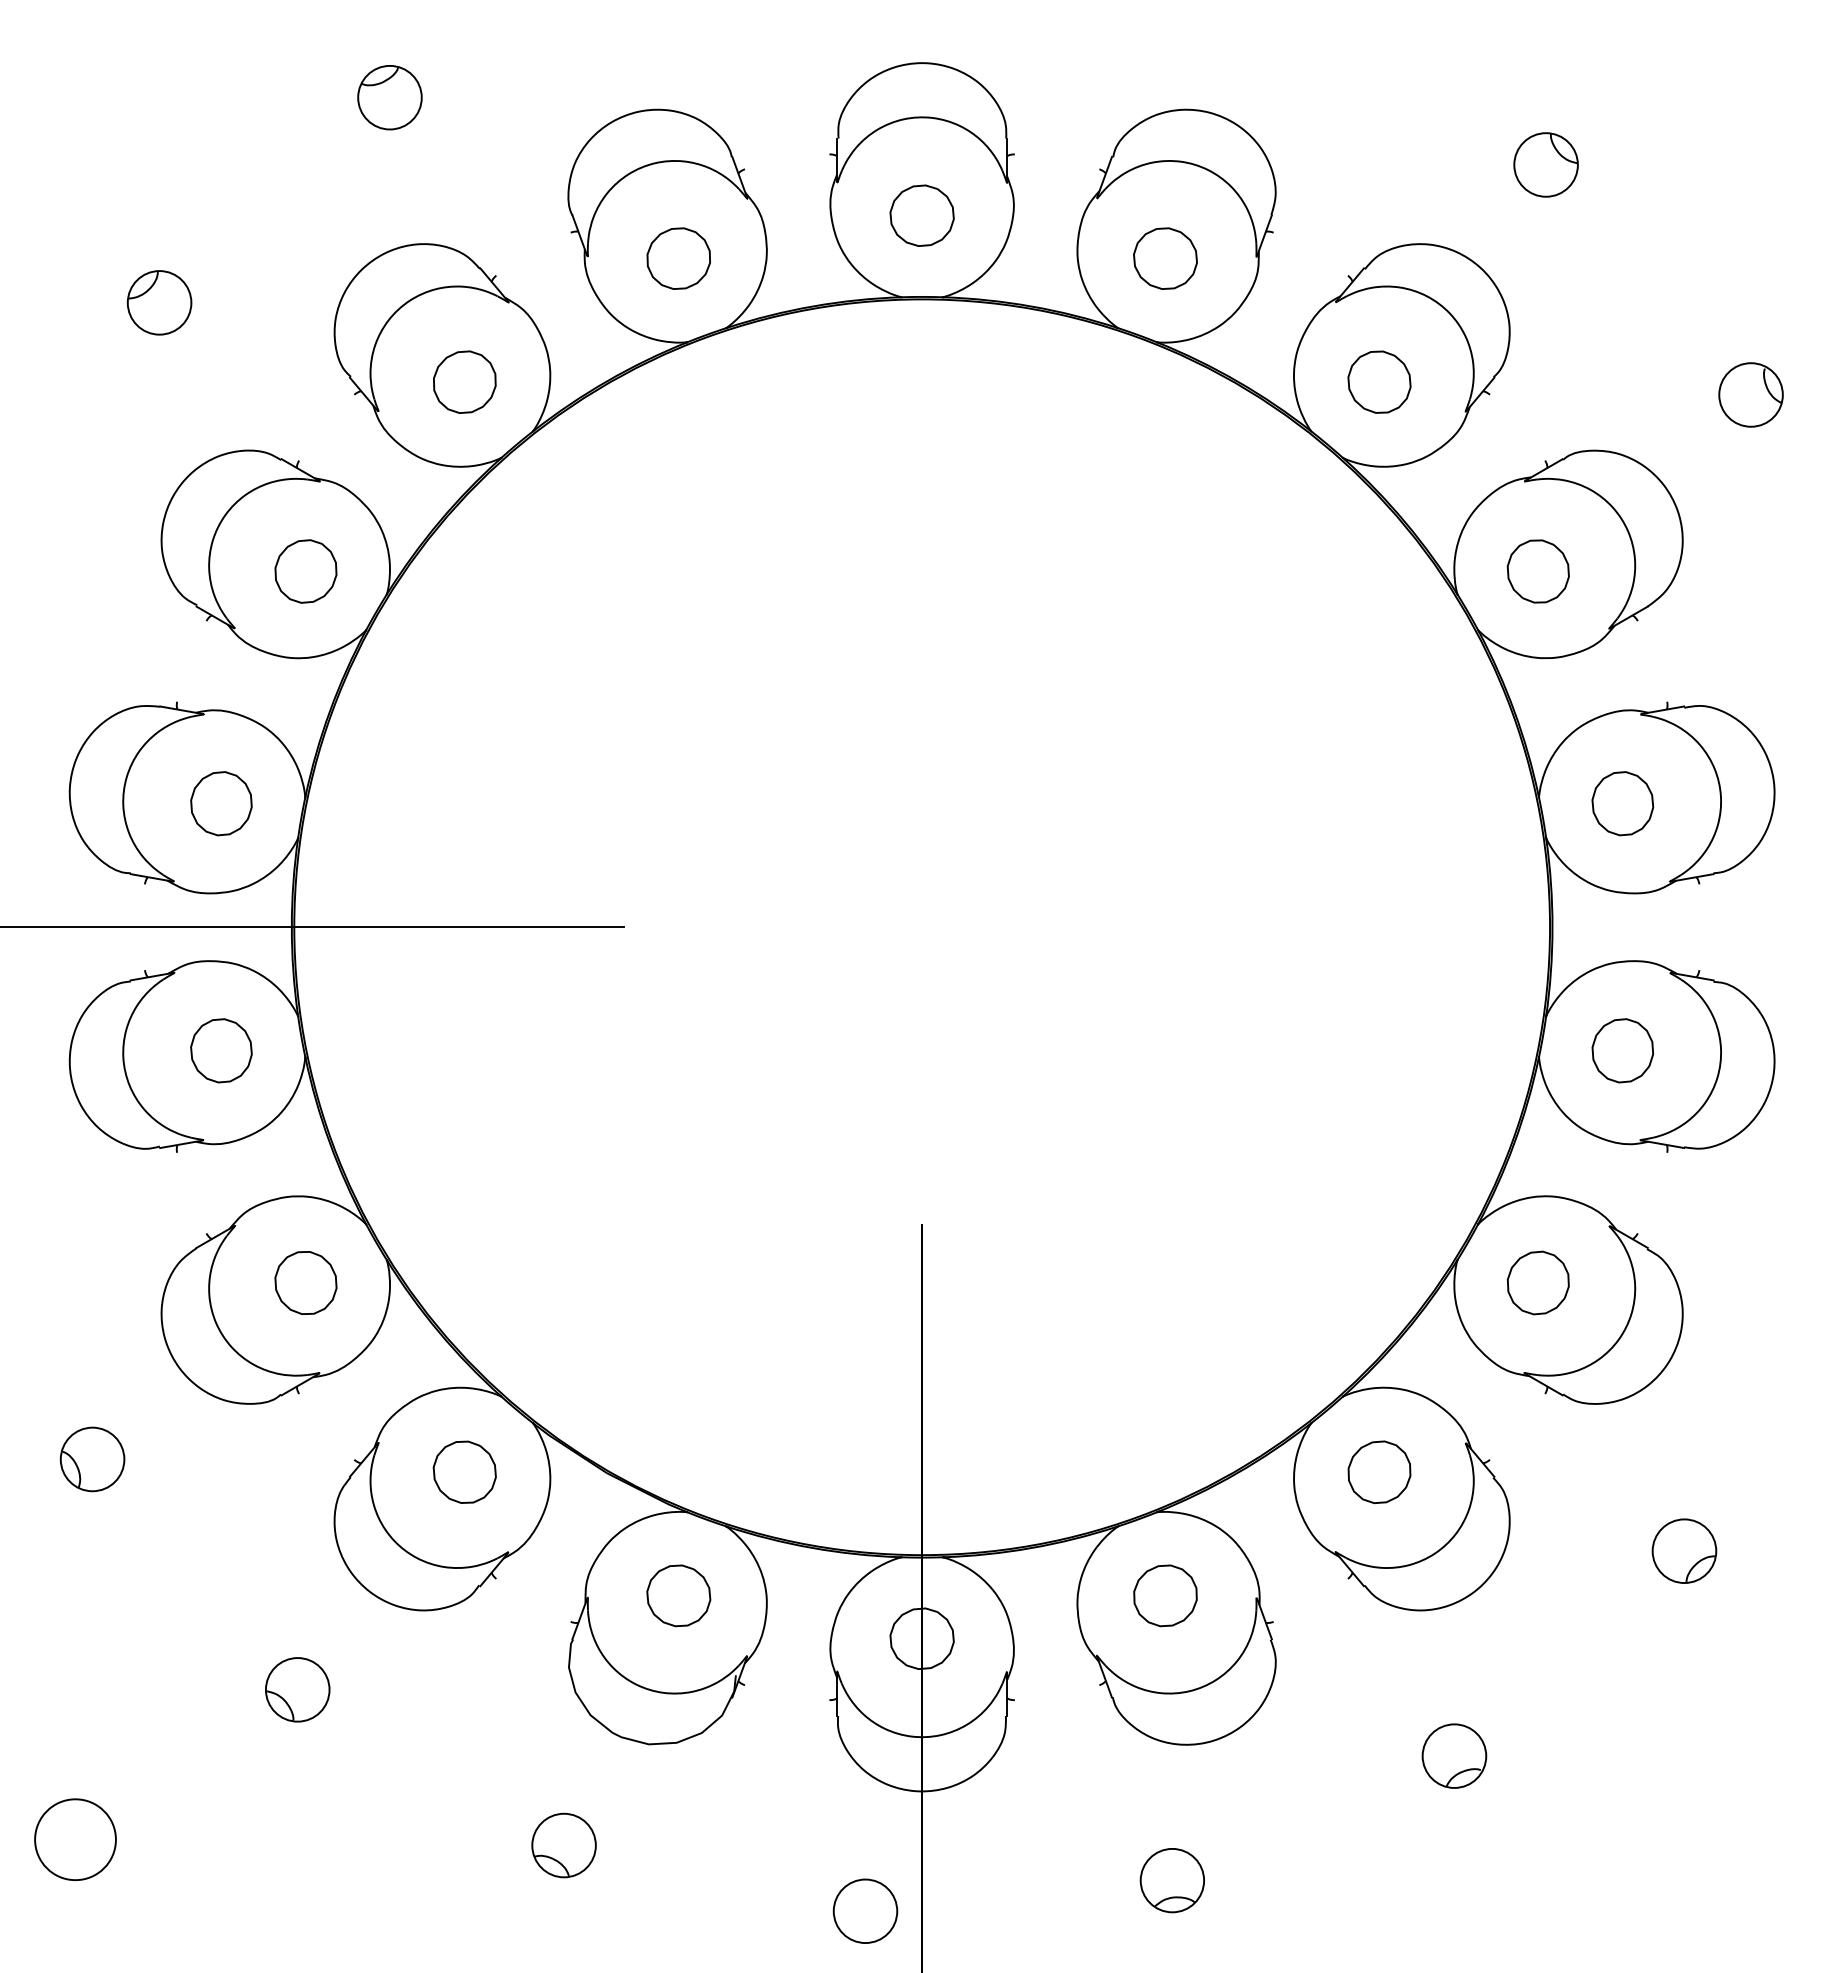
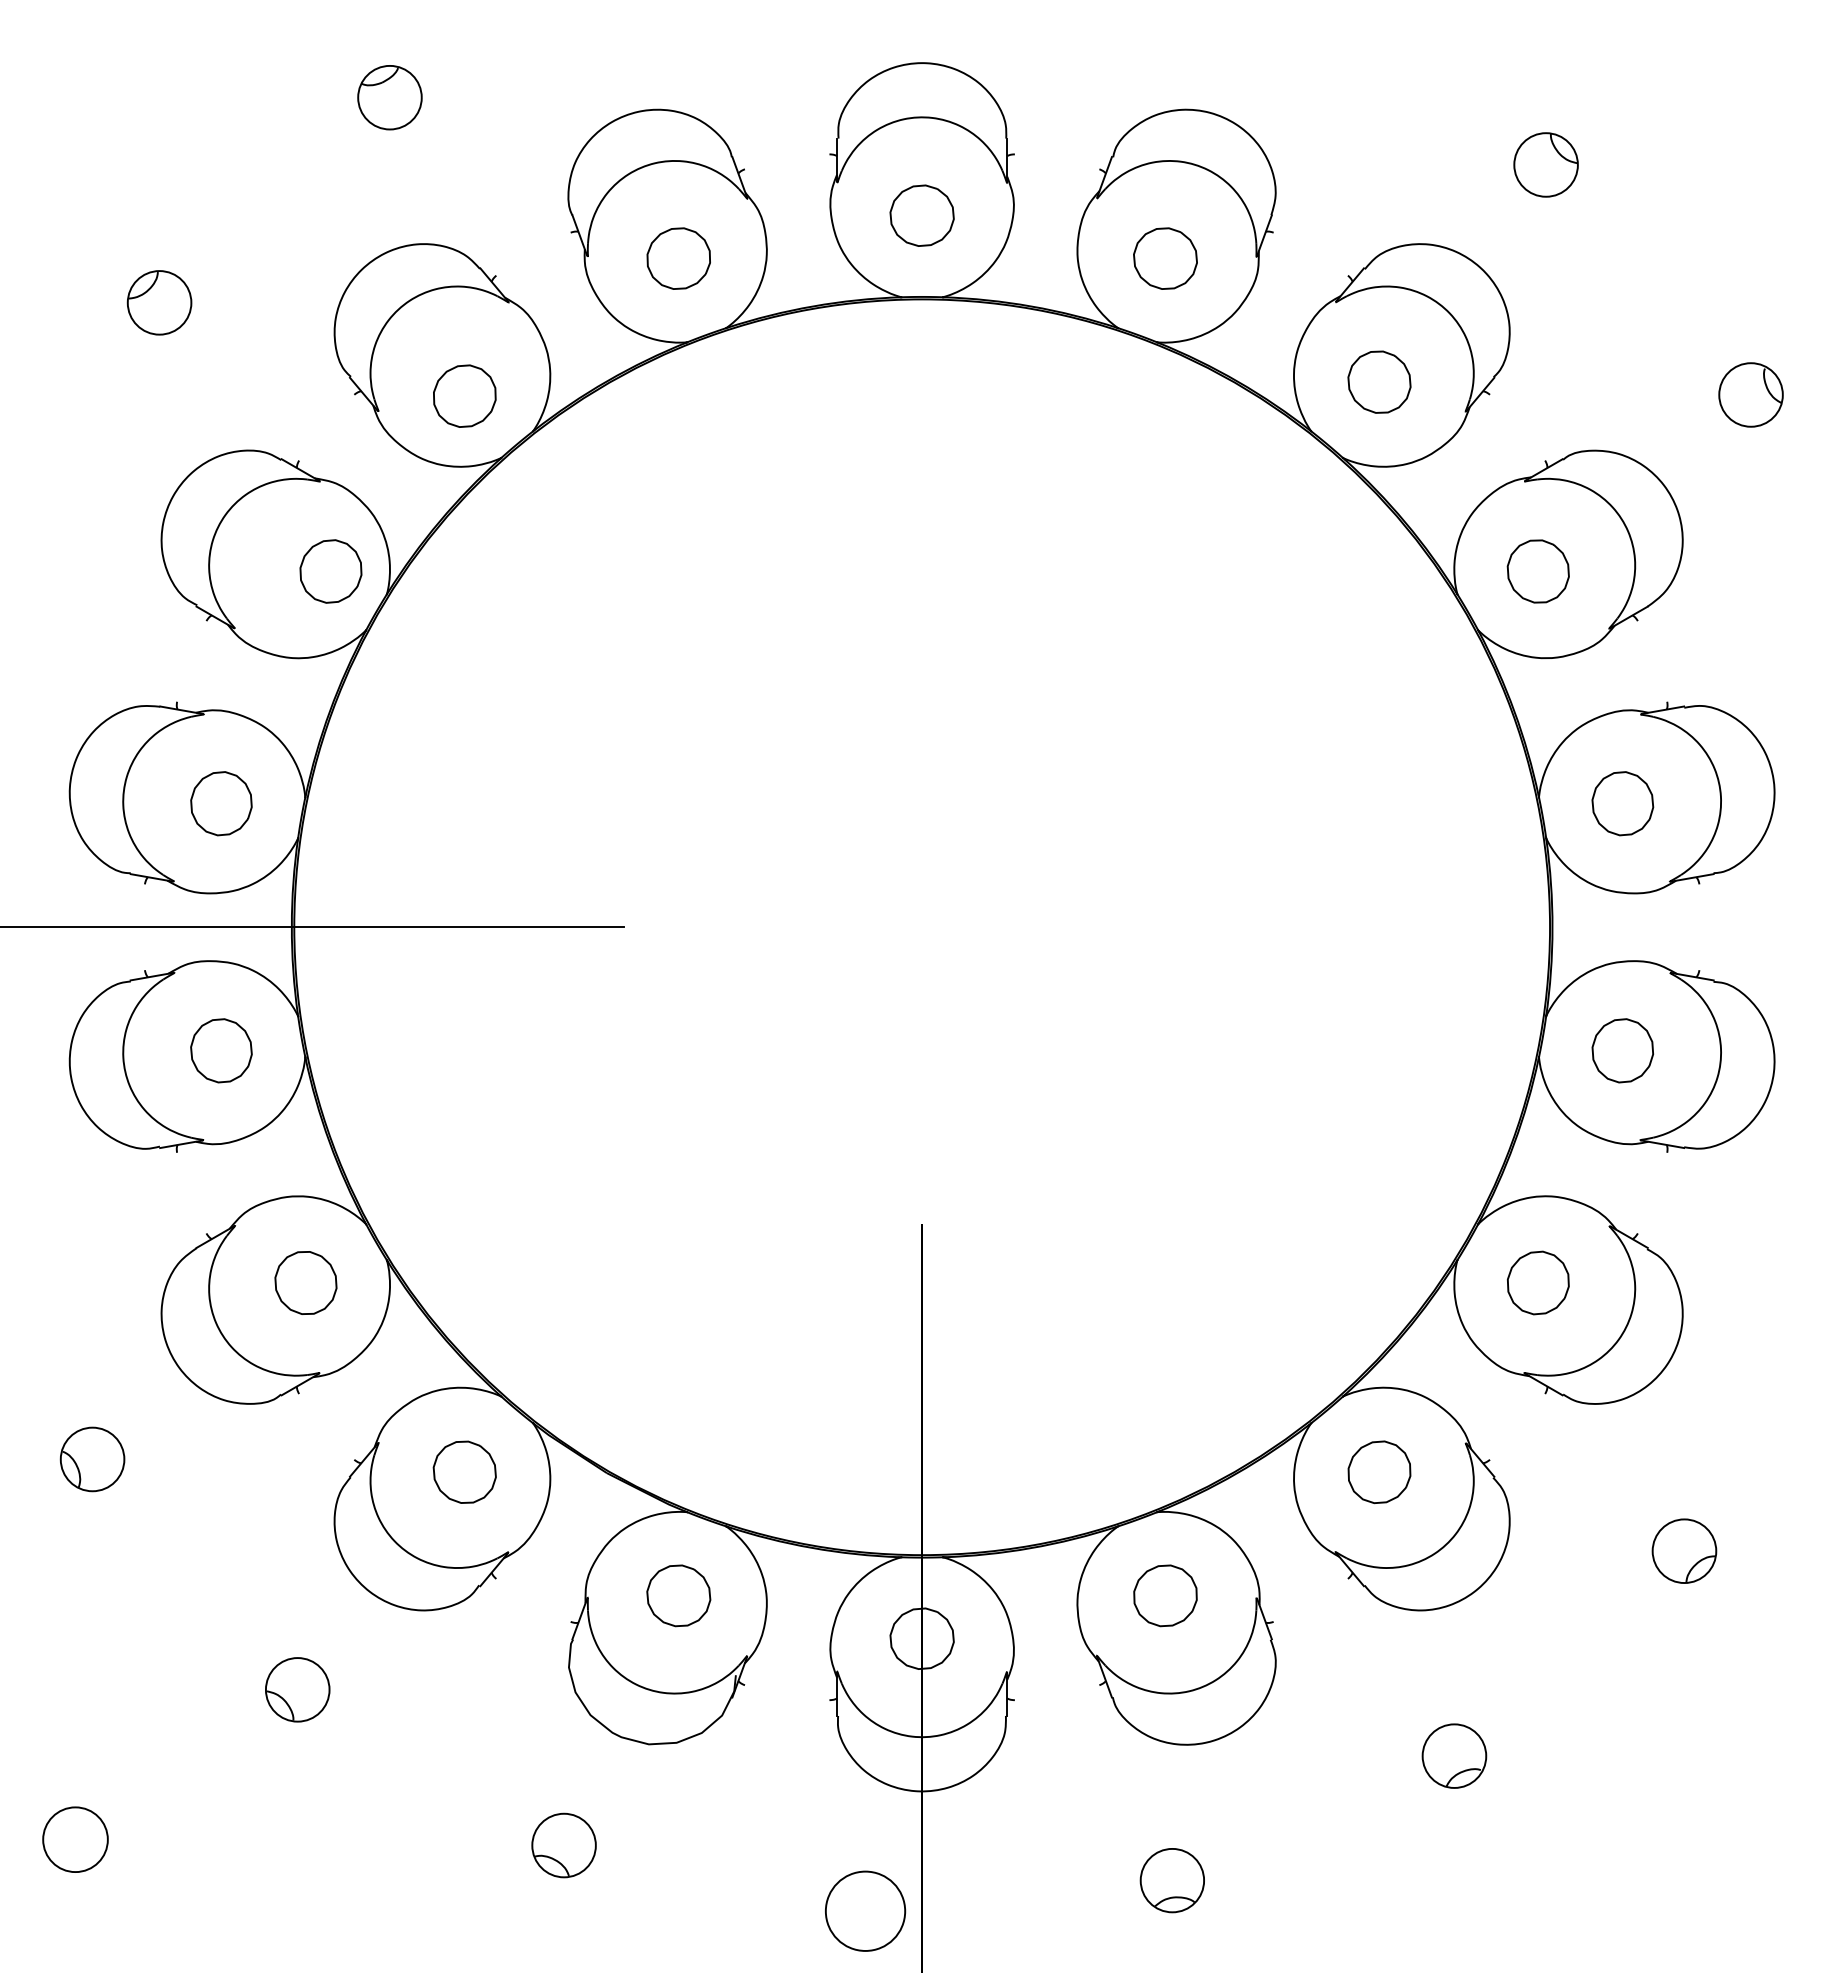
part at (464, 381) position: (464, 381) -> (464, 395)
part at (305, 571) position: (305, 571) -> (330, 571)
circle at (75, 1839) diameter: 81 px -> 65 px
circle at (865, 1911) diameter: 63 px -> 79 px
